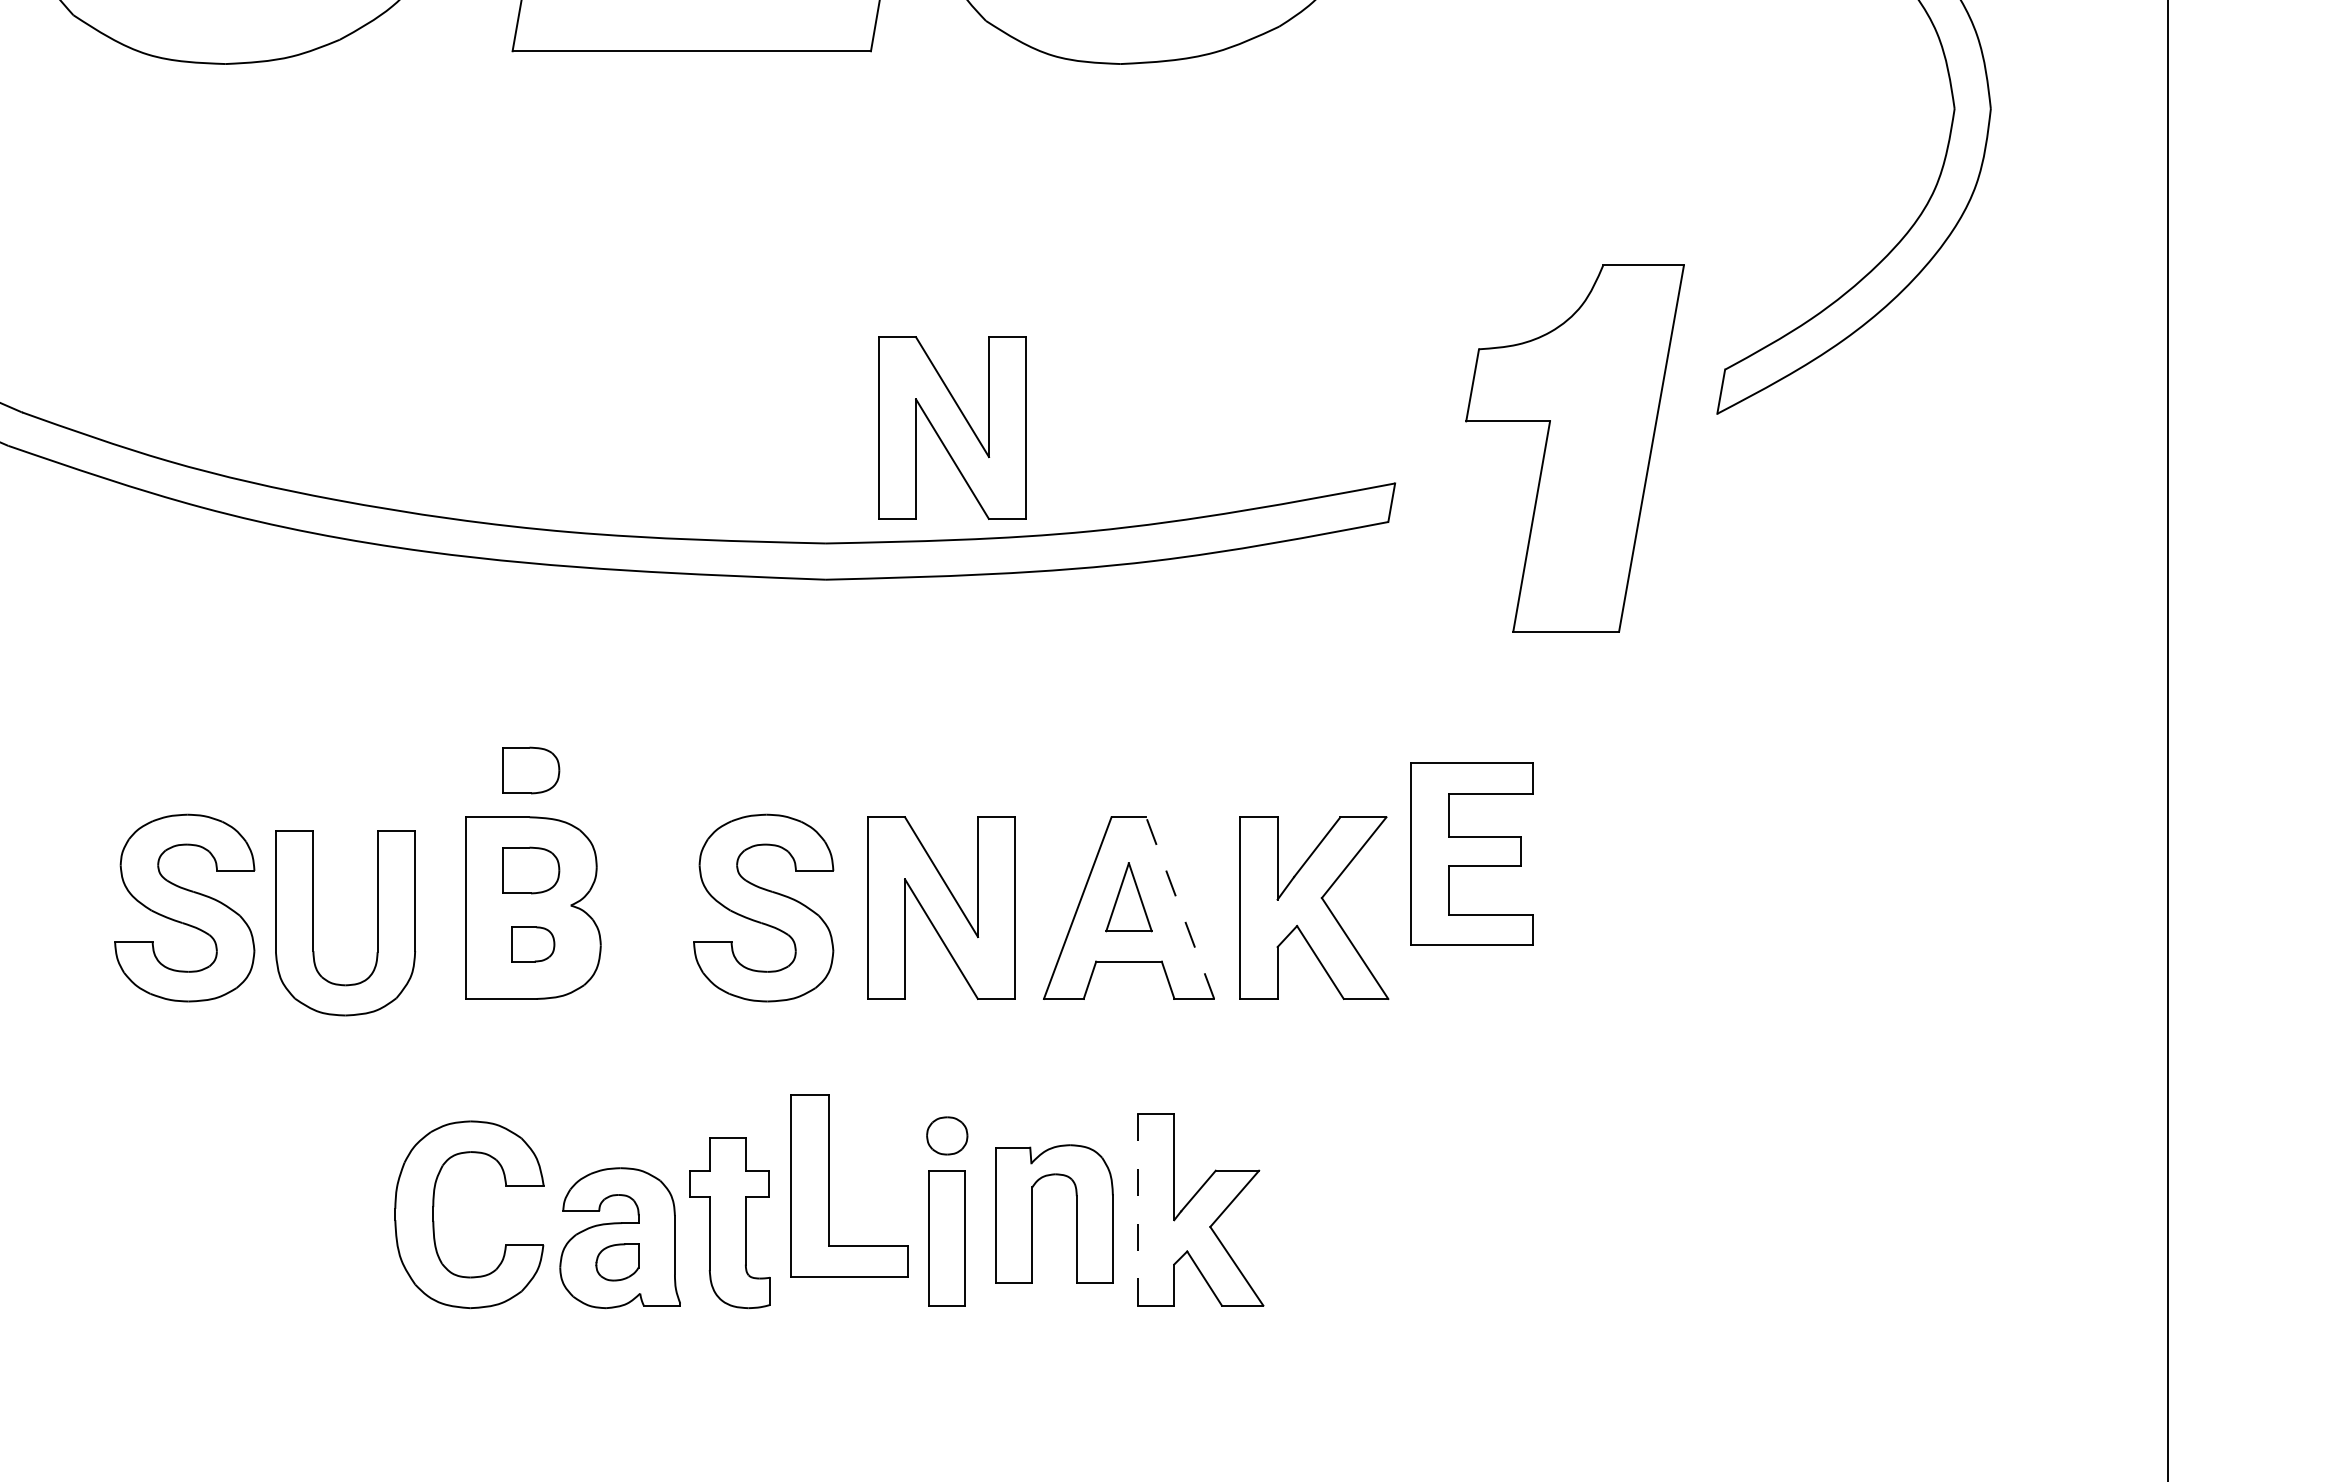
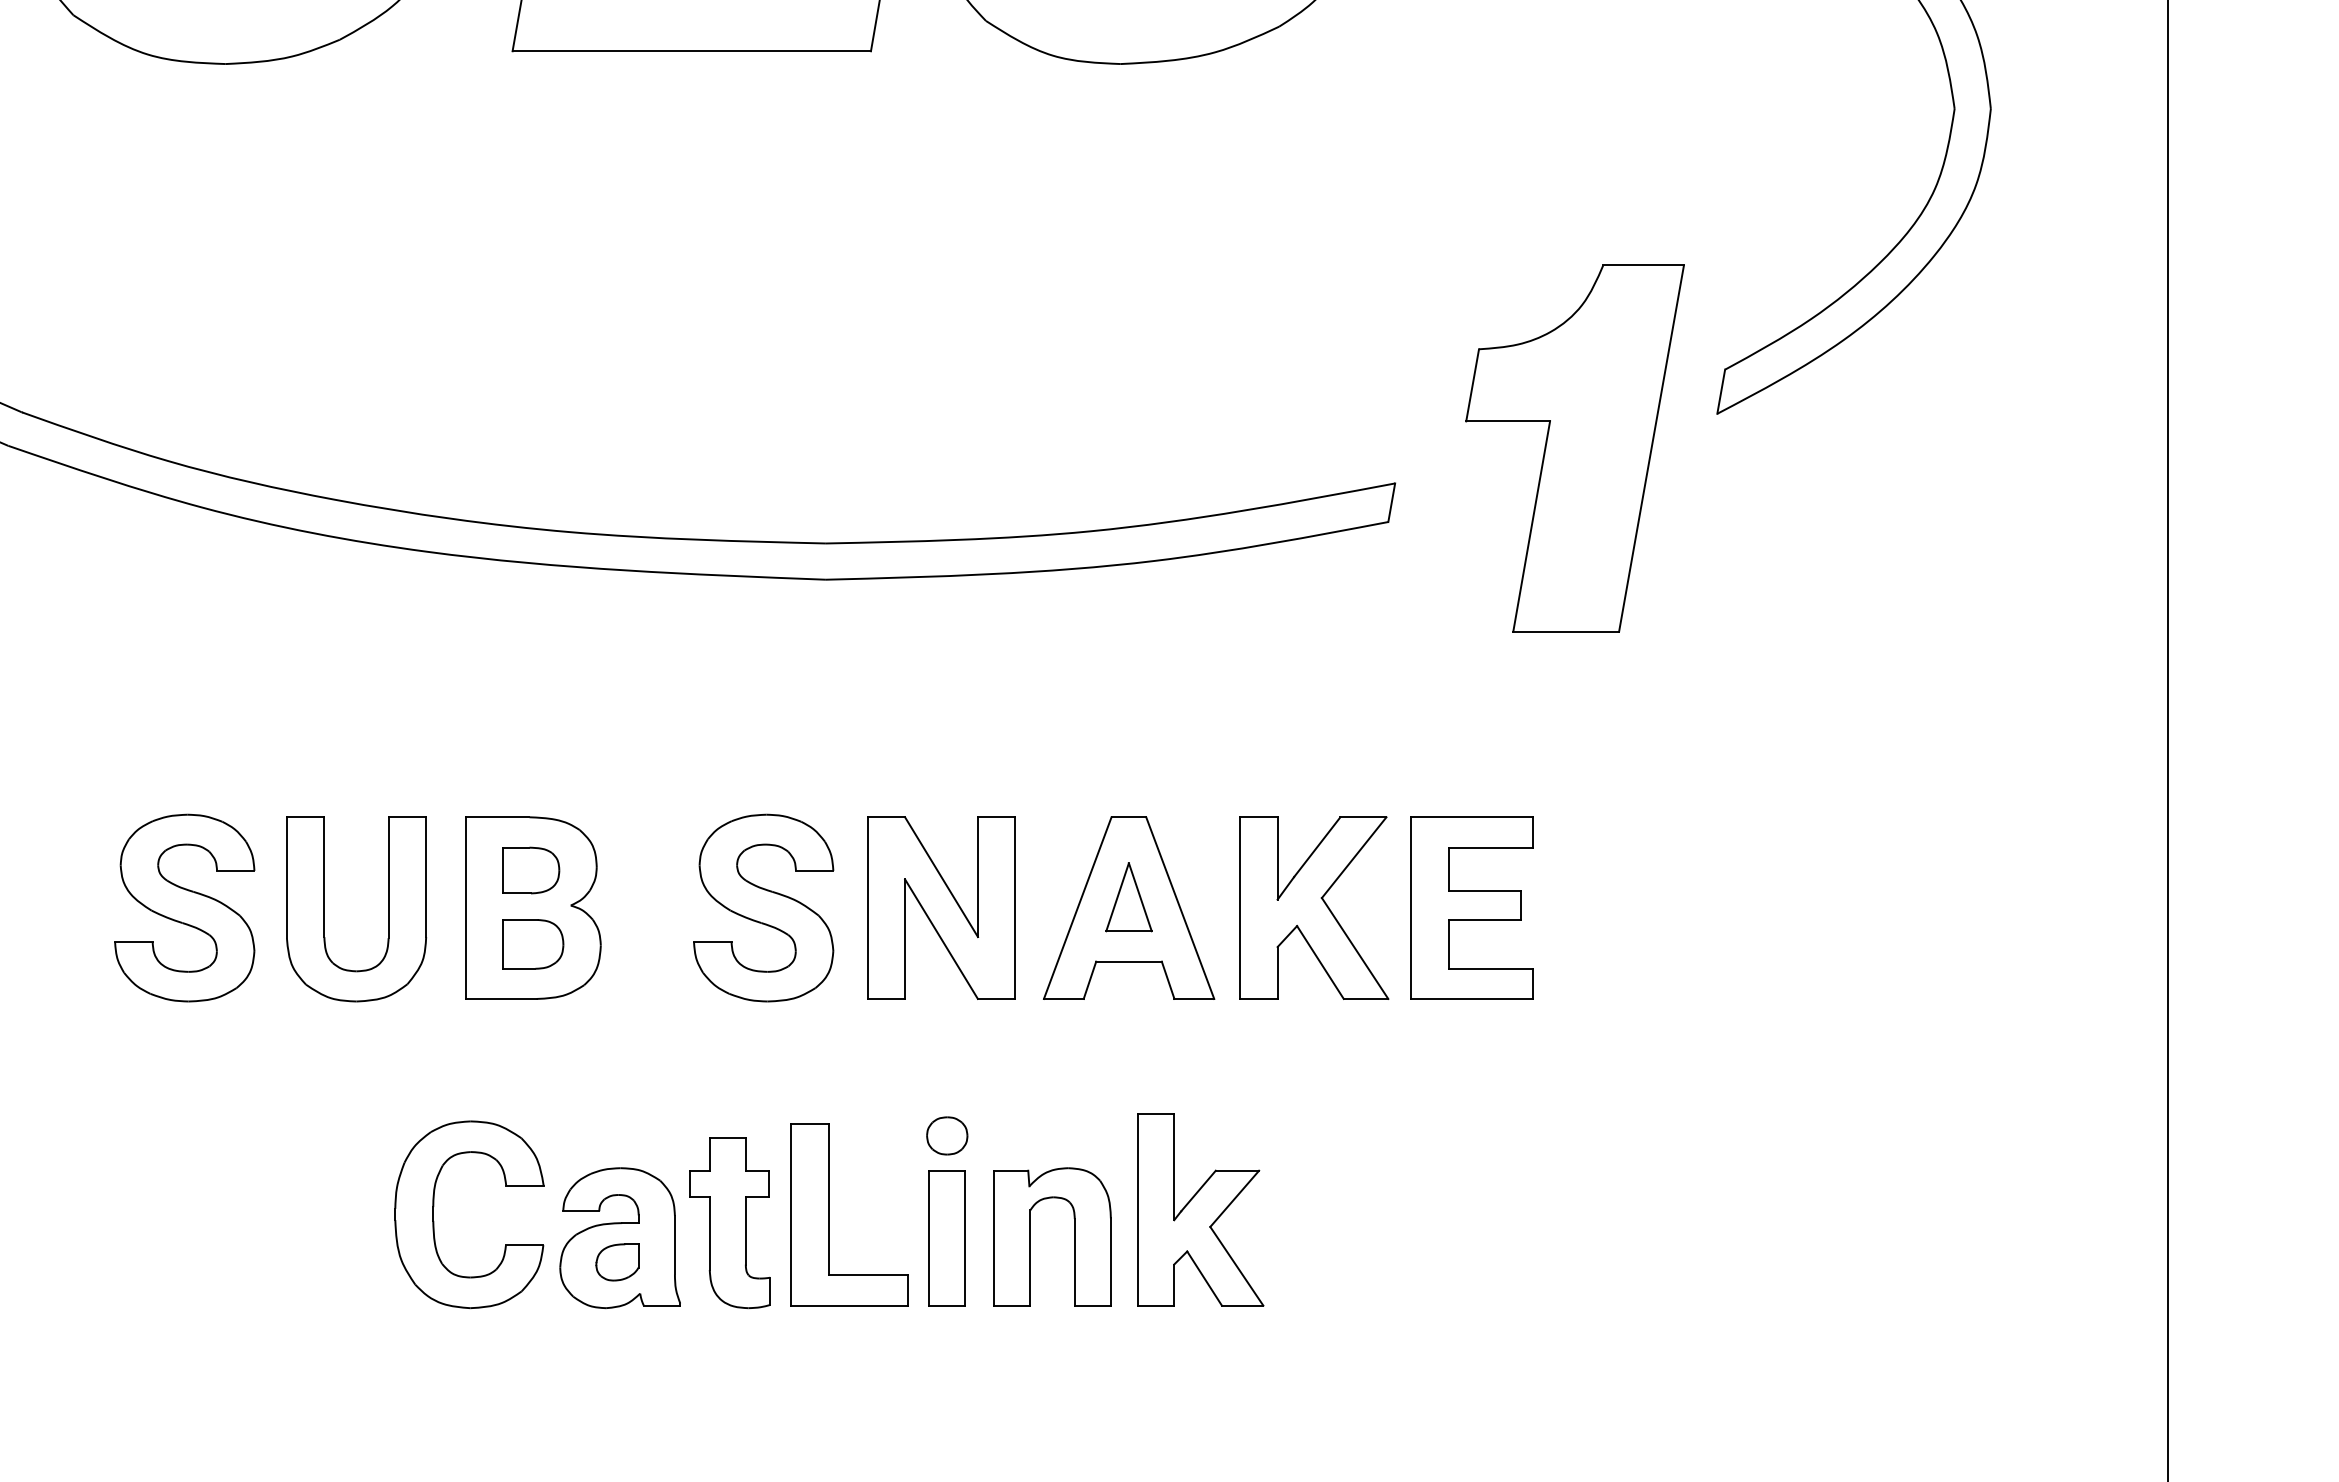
part at (952, 427): present -> none
part at (531, 770): present -> none
part at (1471, 853) position: (1471, 853) -> (1471, 907)
line at (1180, 908): dashed -> solid
part at (313, 923) position: (313, 923) -> (324, 909)
part at (533, 944) size: 45x37 px -> 63x51 px
part at (829, 1185) position: (829, 1185) -> (829, 1214)
line at (1138, 1209): dashed -> solid
part at (1032, 1213) position: (1032, 1213) -> (1030, 1236)
